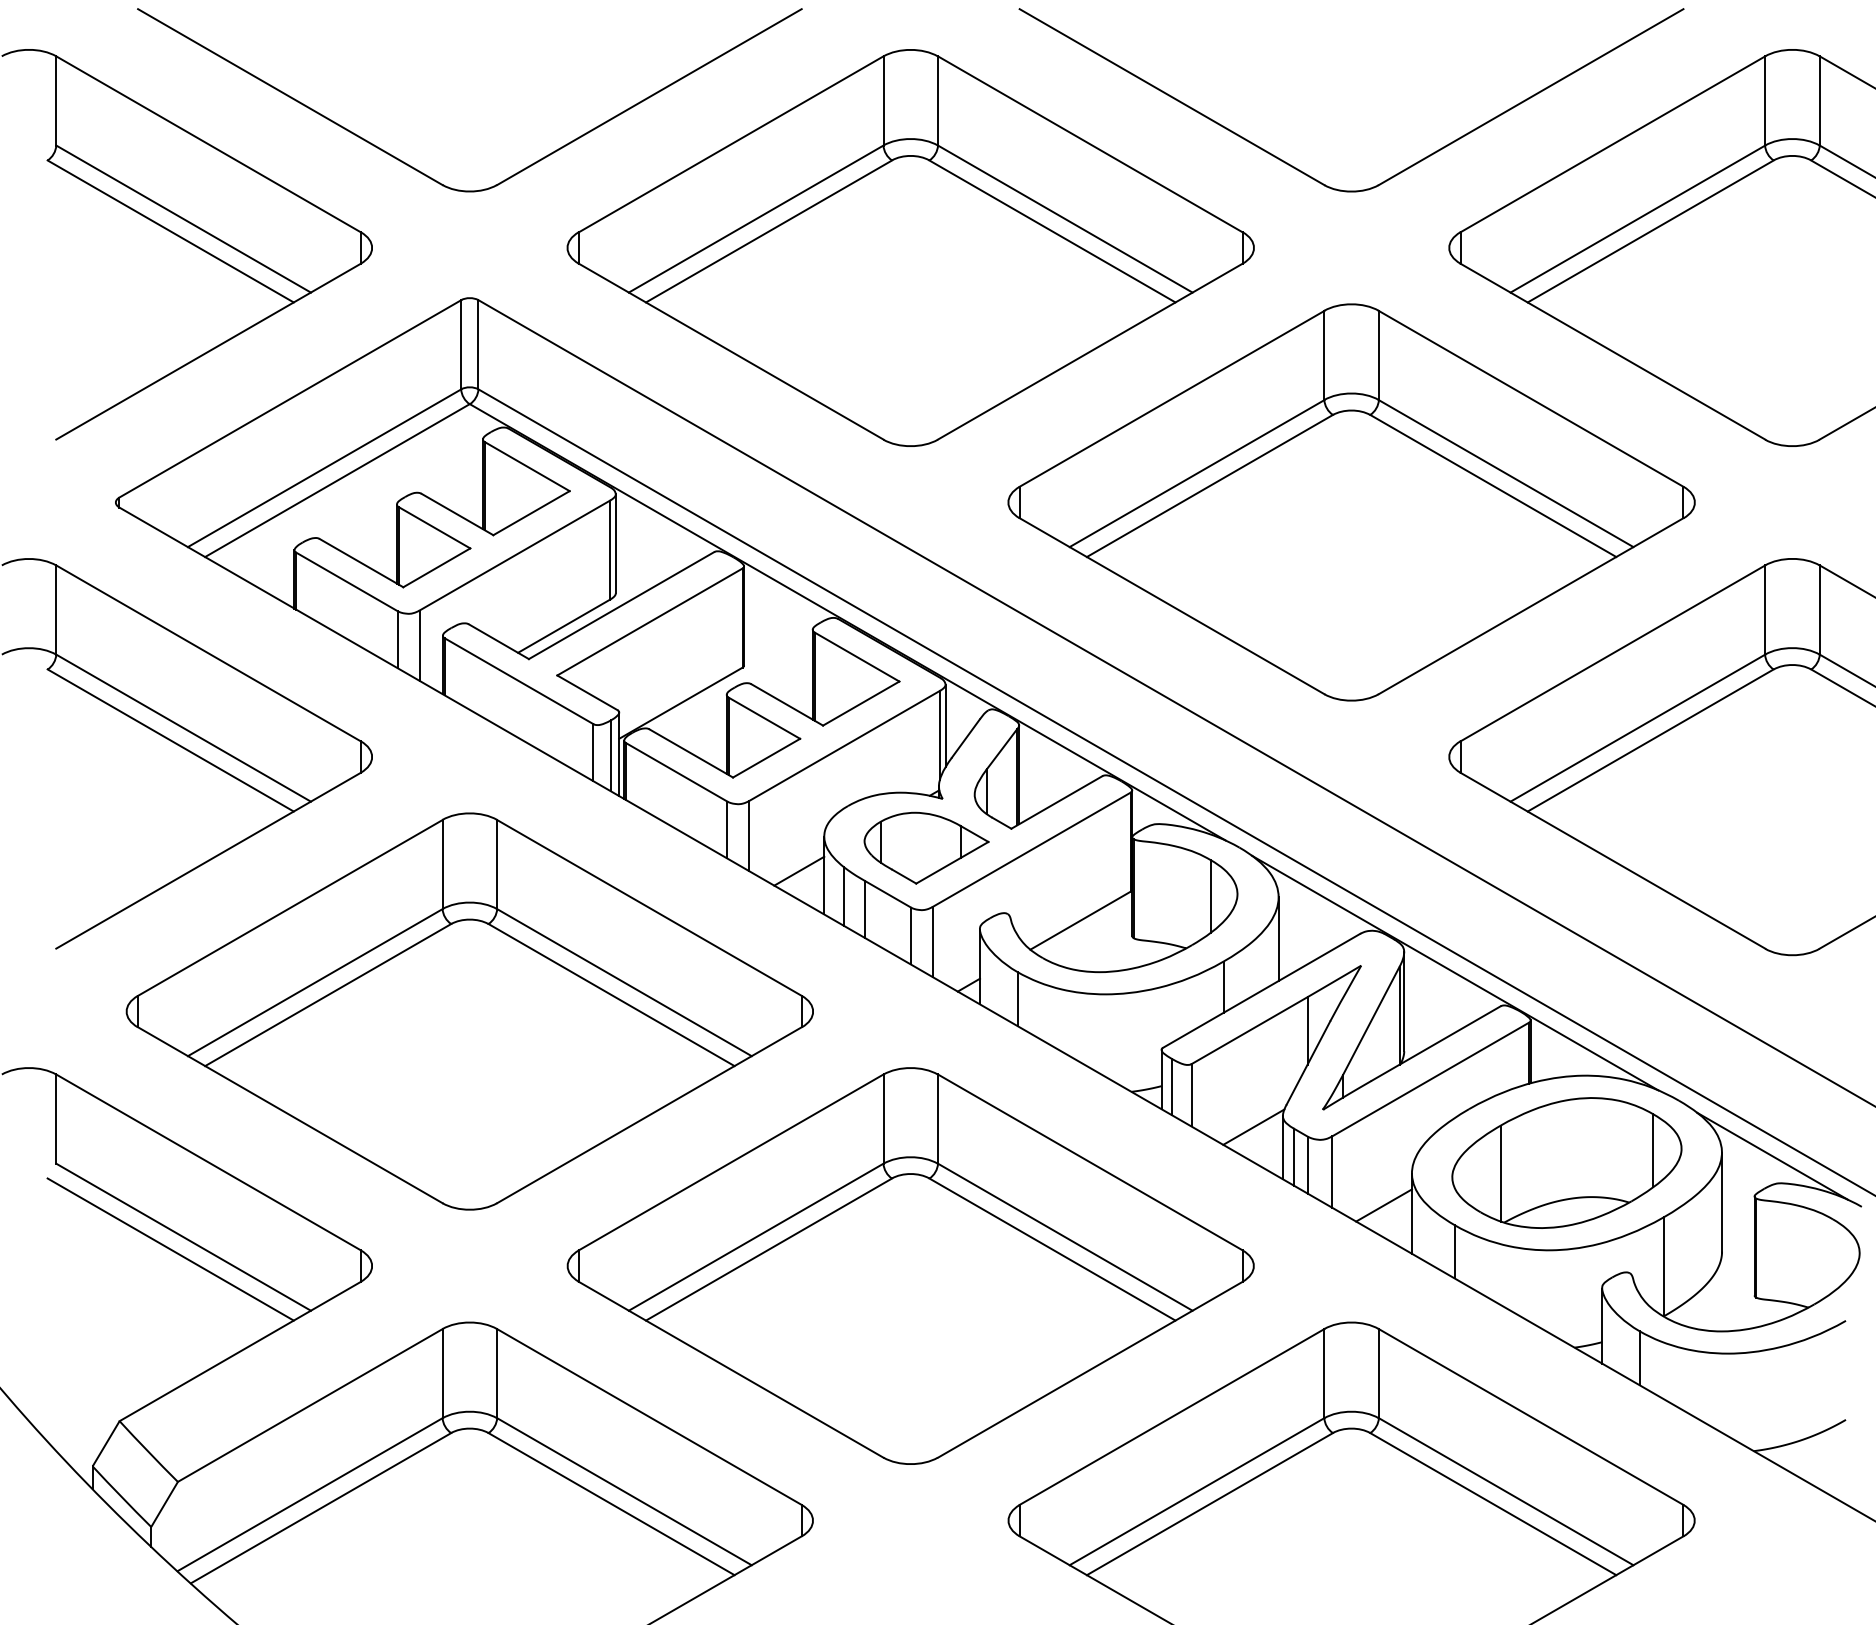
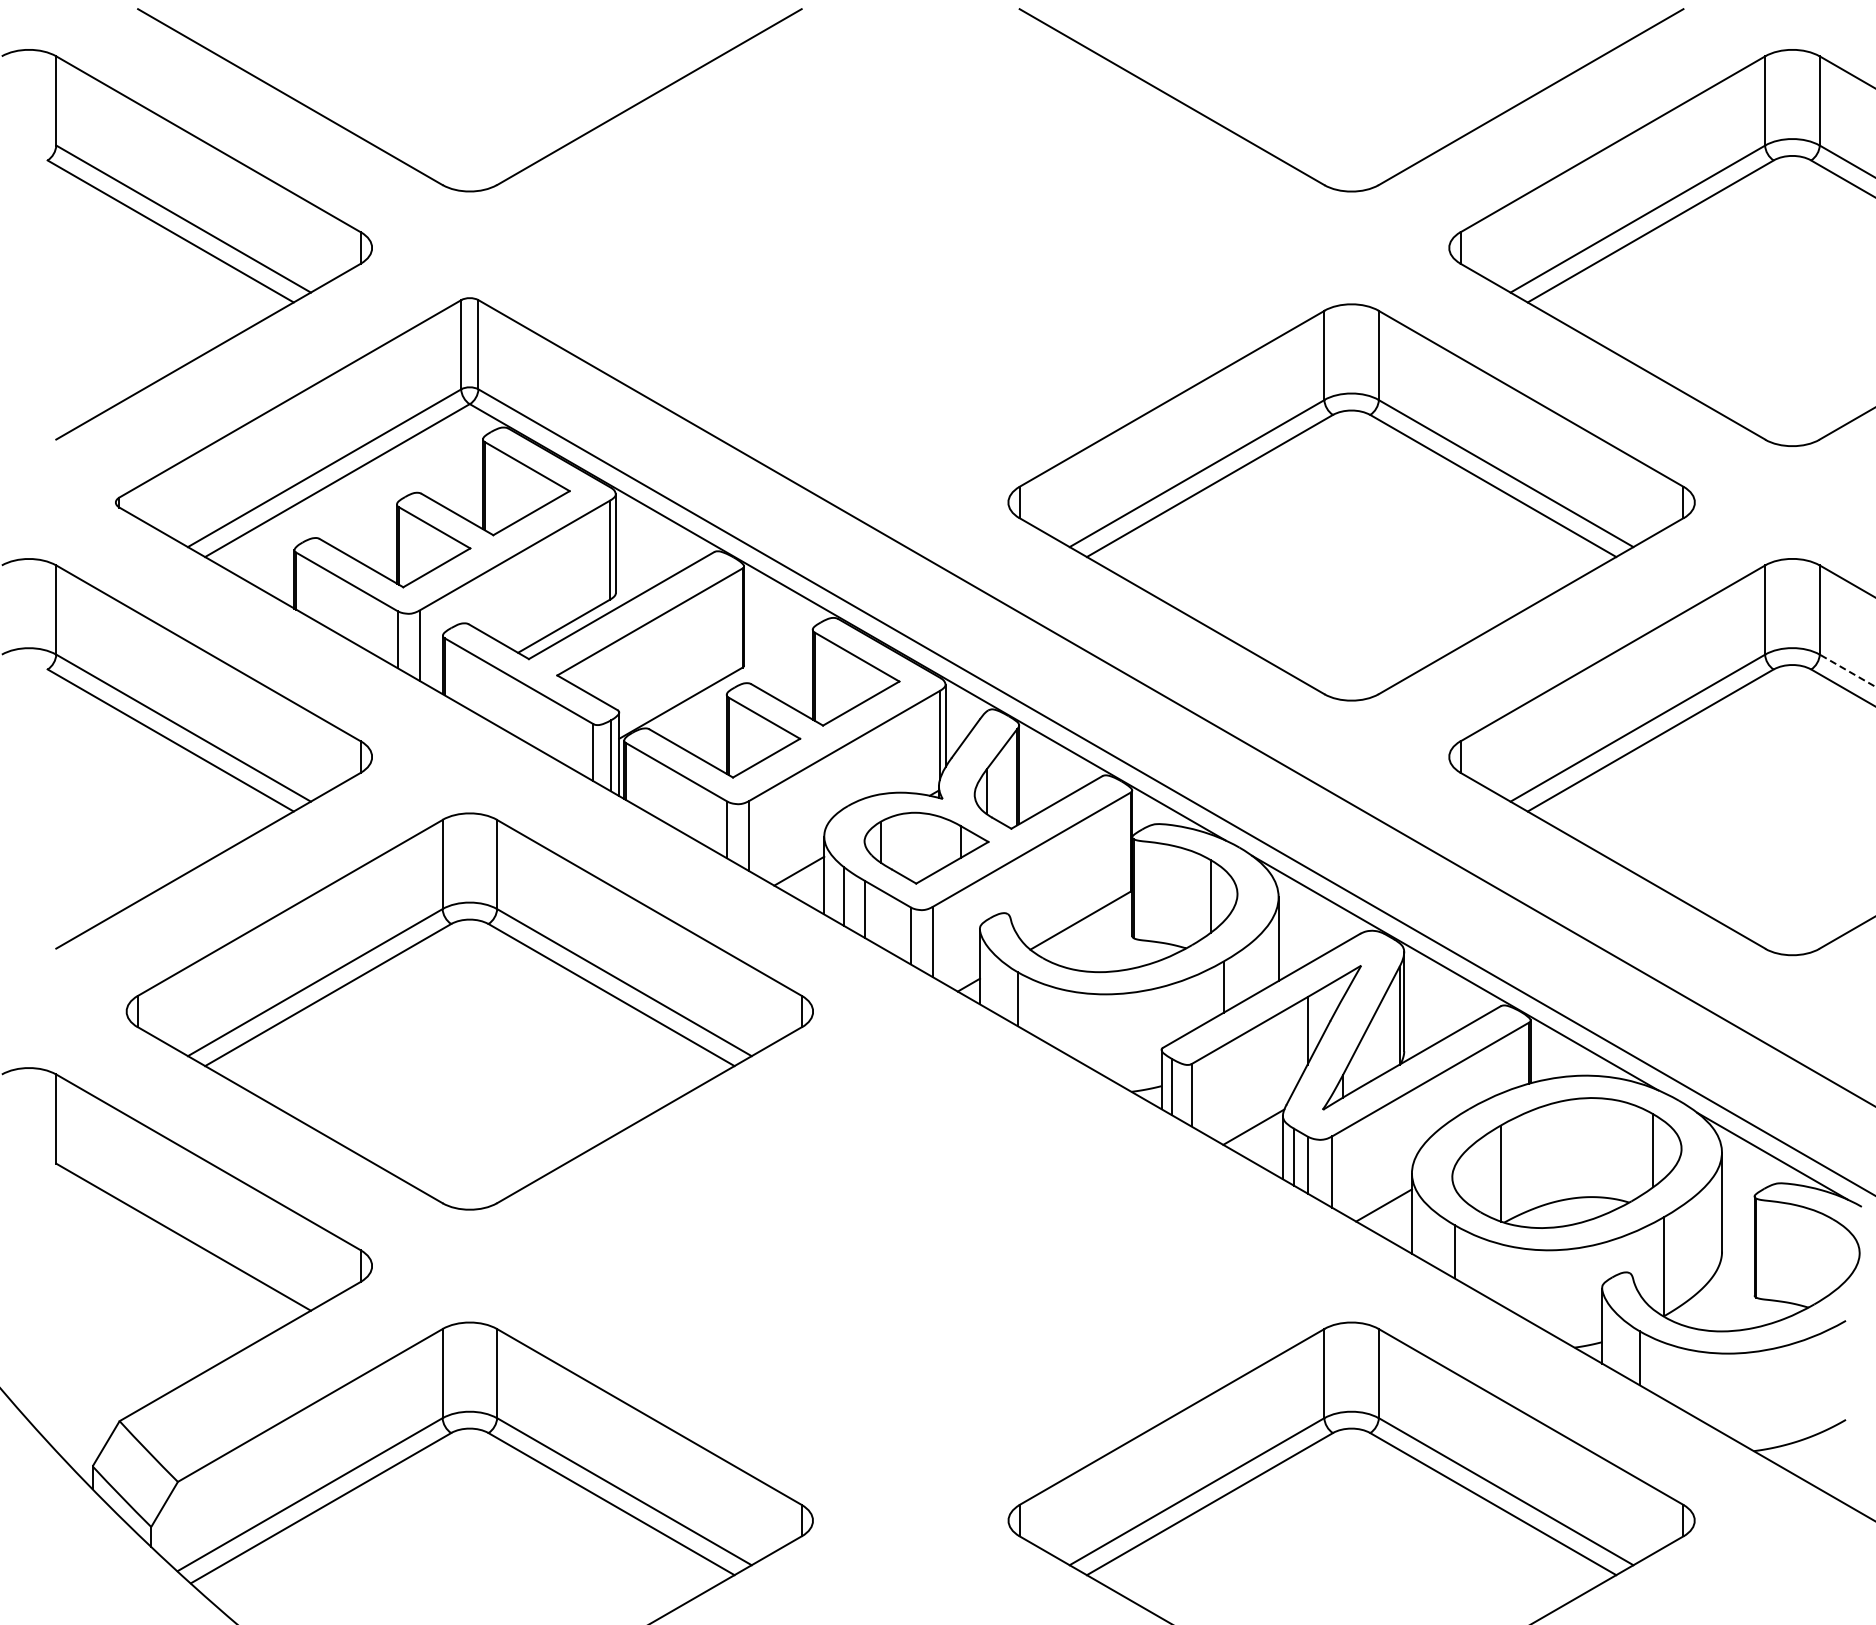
part at (910, 247): present -> none
line at (1847, 670): solid -> dashed
line at (170, 1249): present -> none
part at (910, 1265): present -> none
